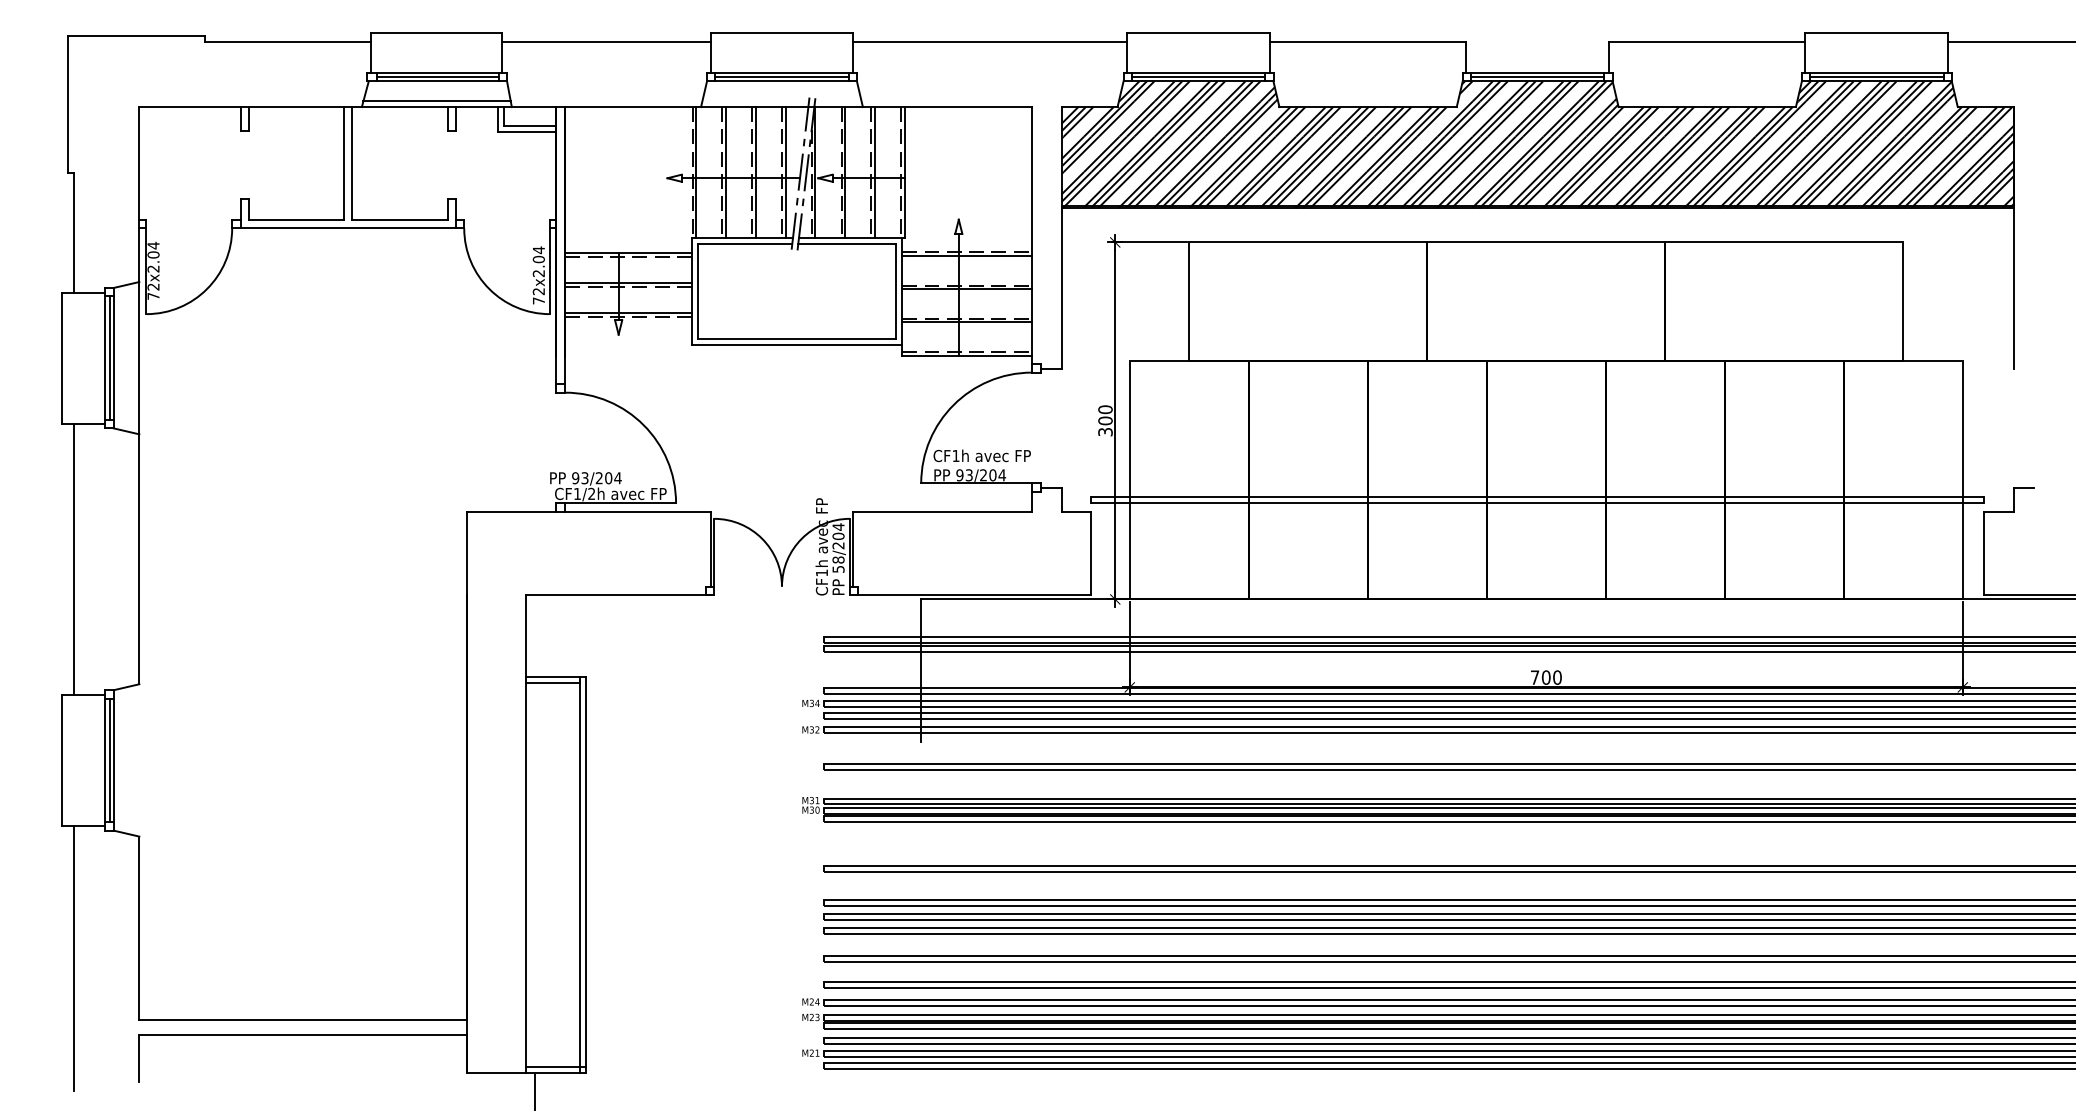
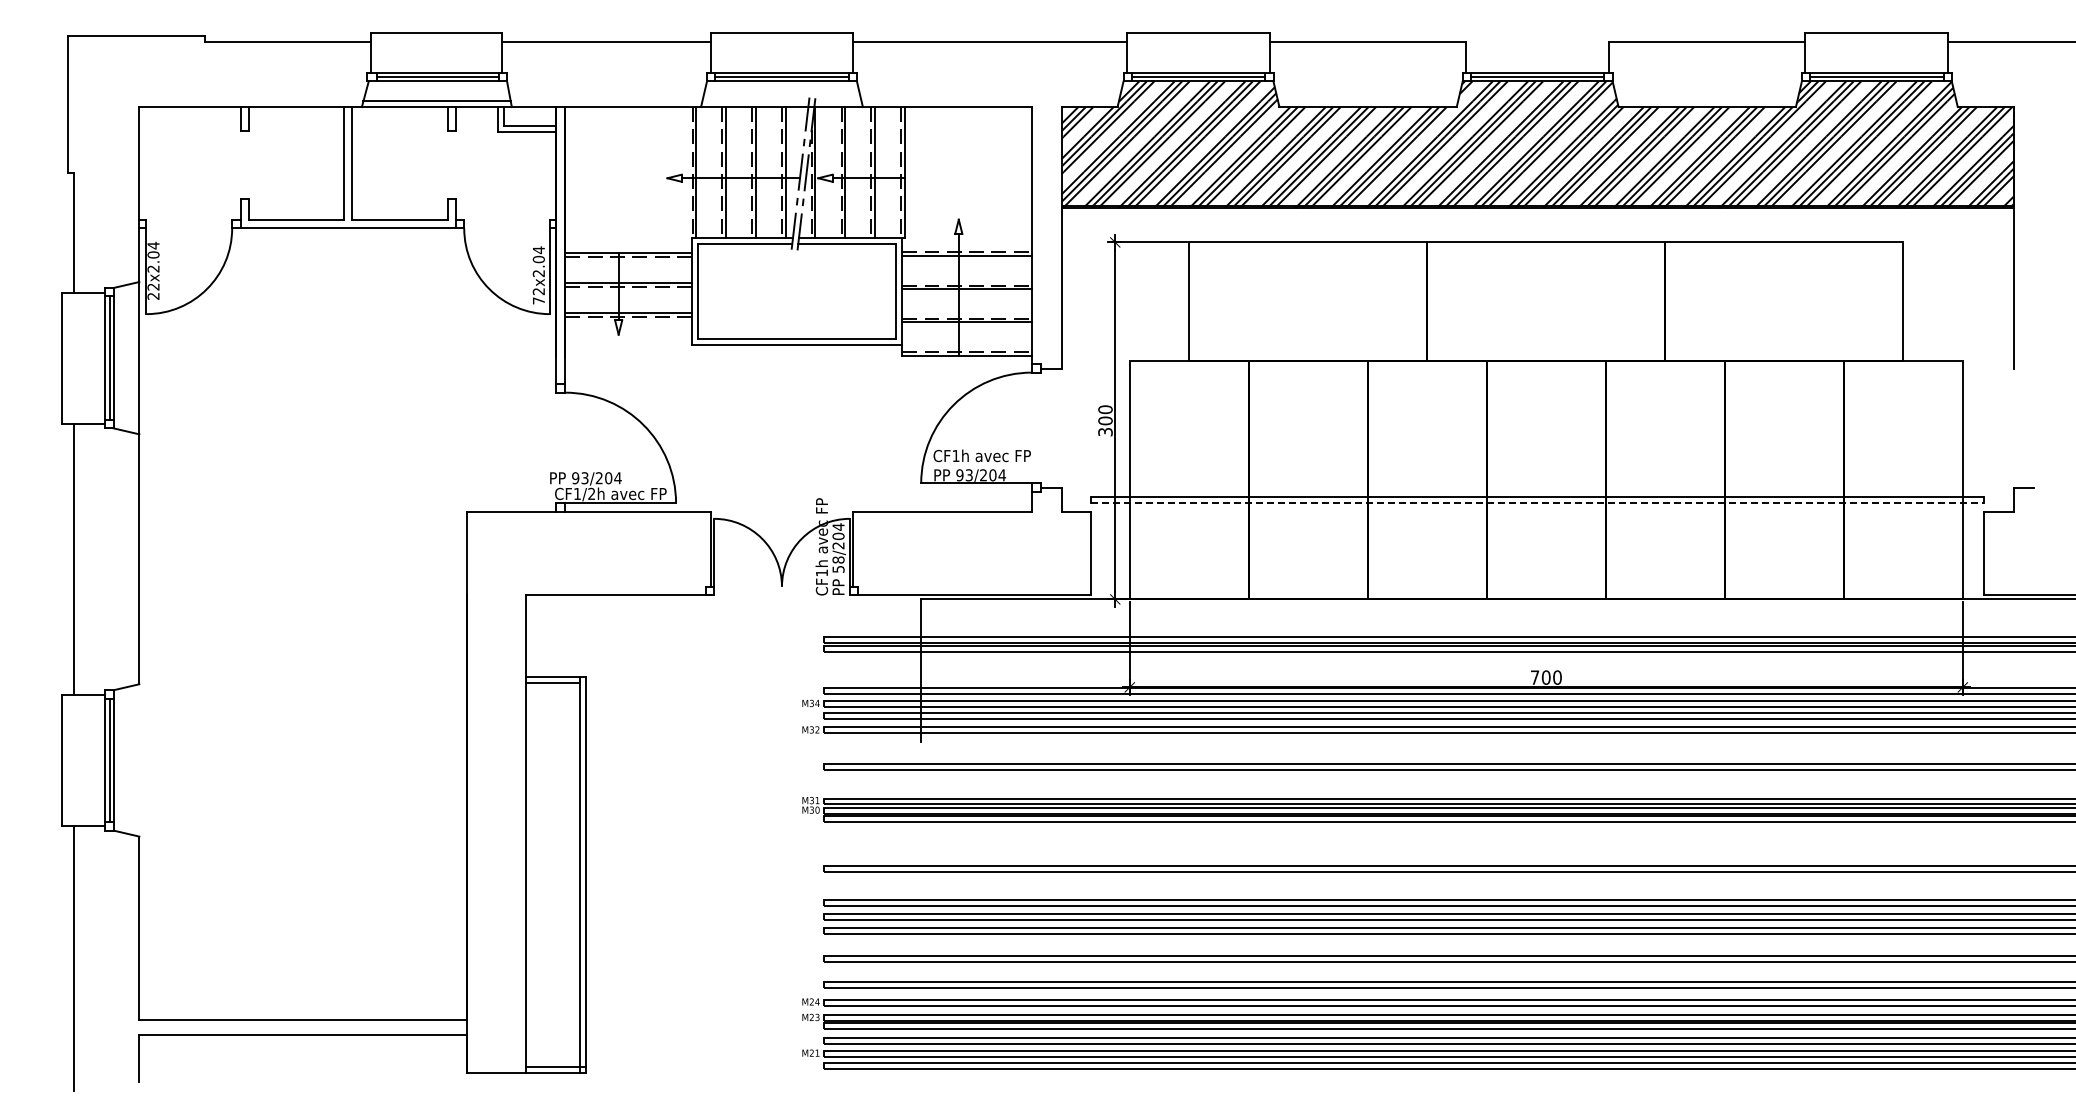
text at (153, 296): 72x2.04 -> 22x2.04
line at (1538, 503): solid -> dashed
line at (534, 1090): present -> none
